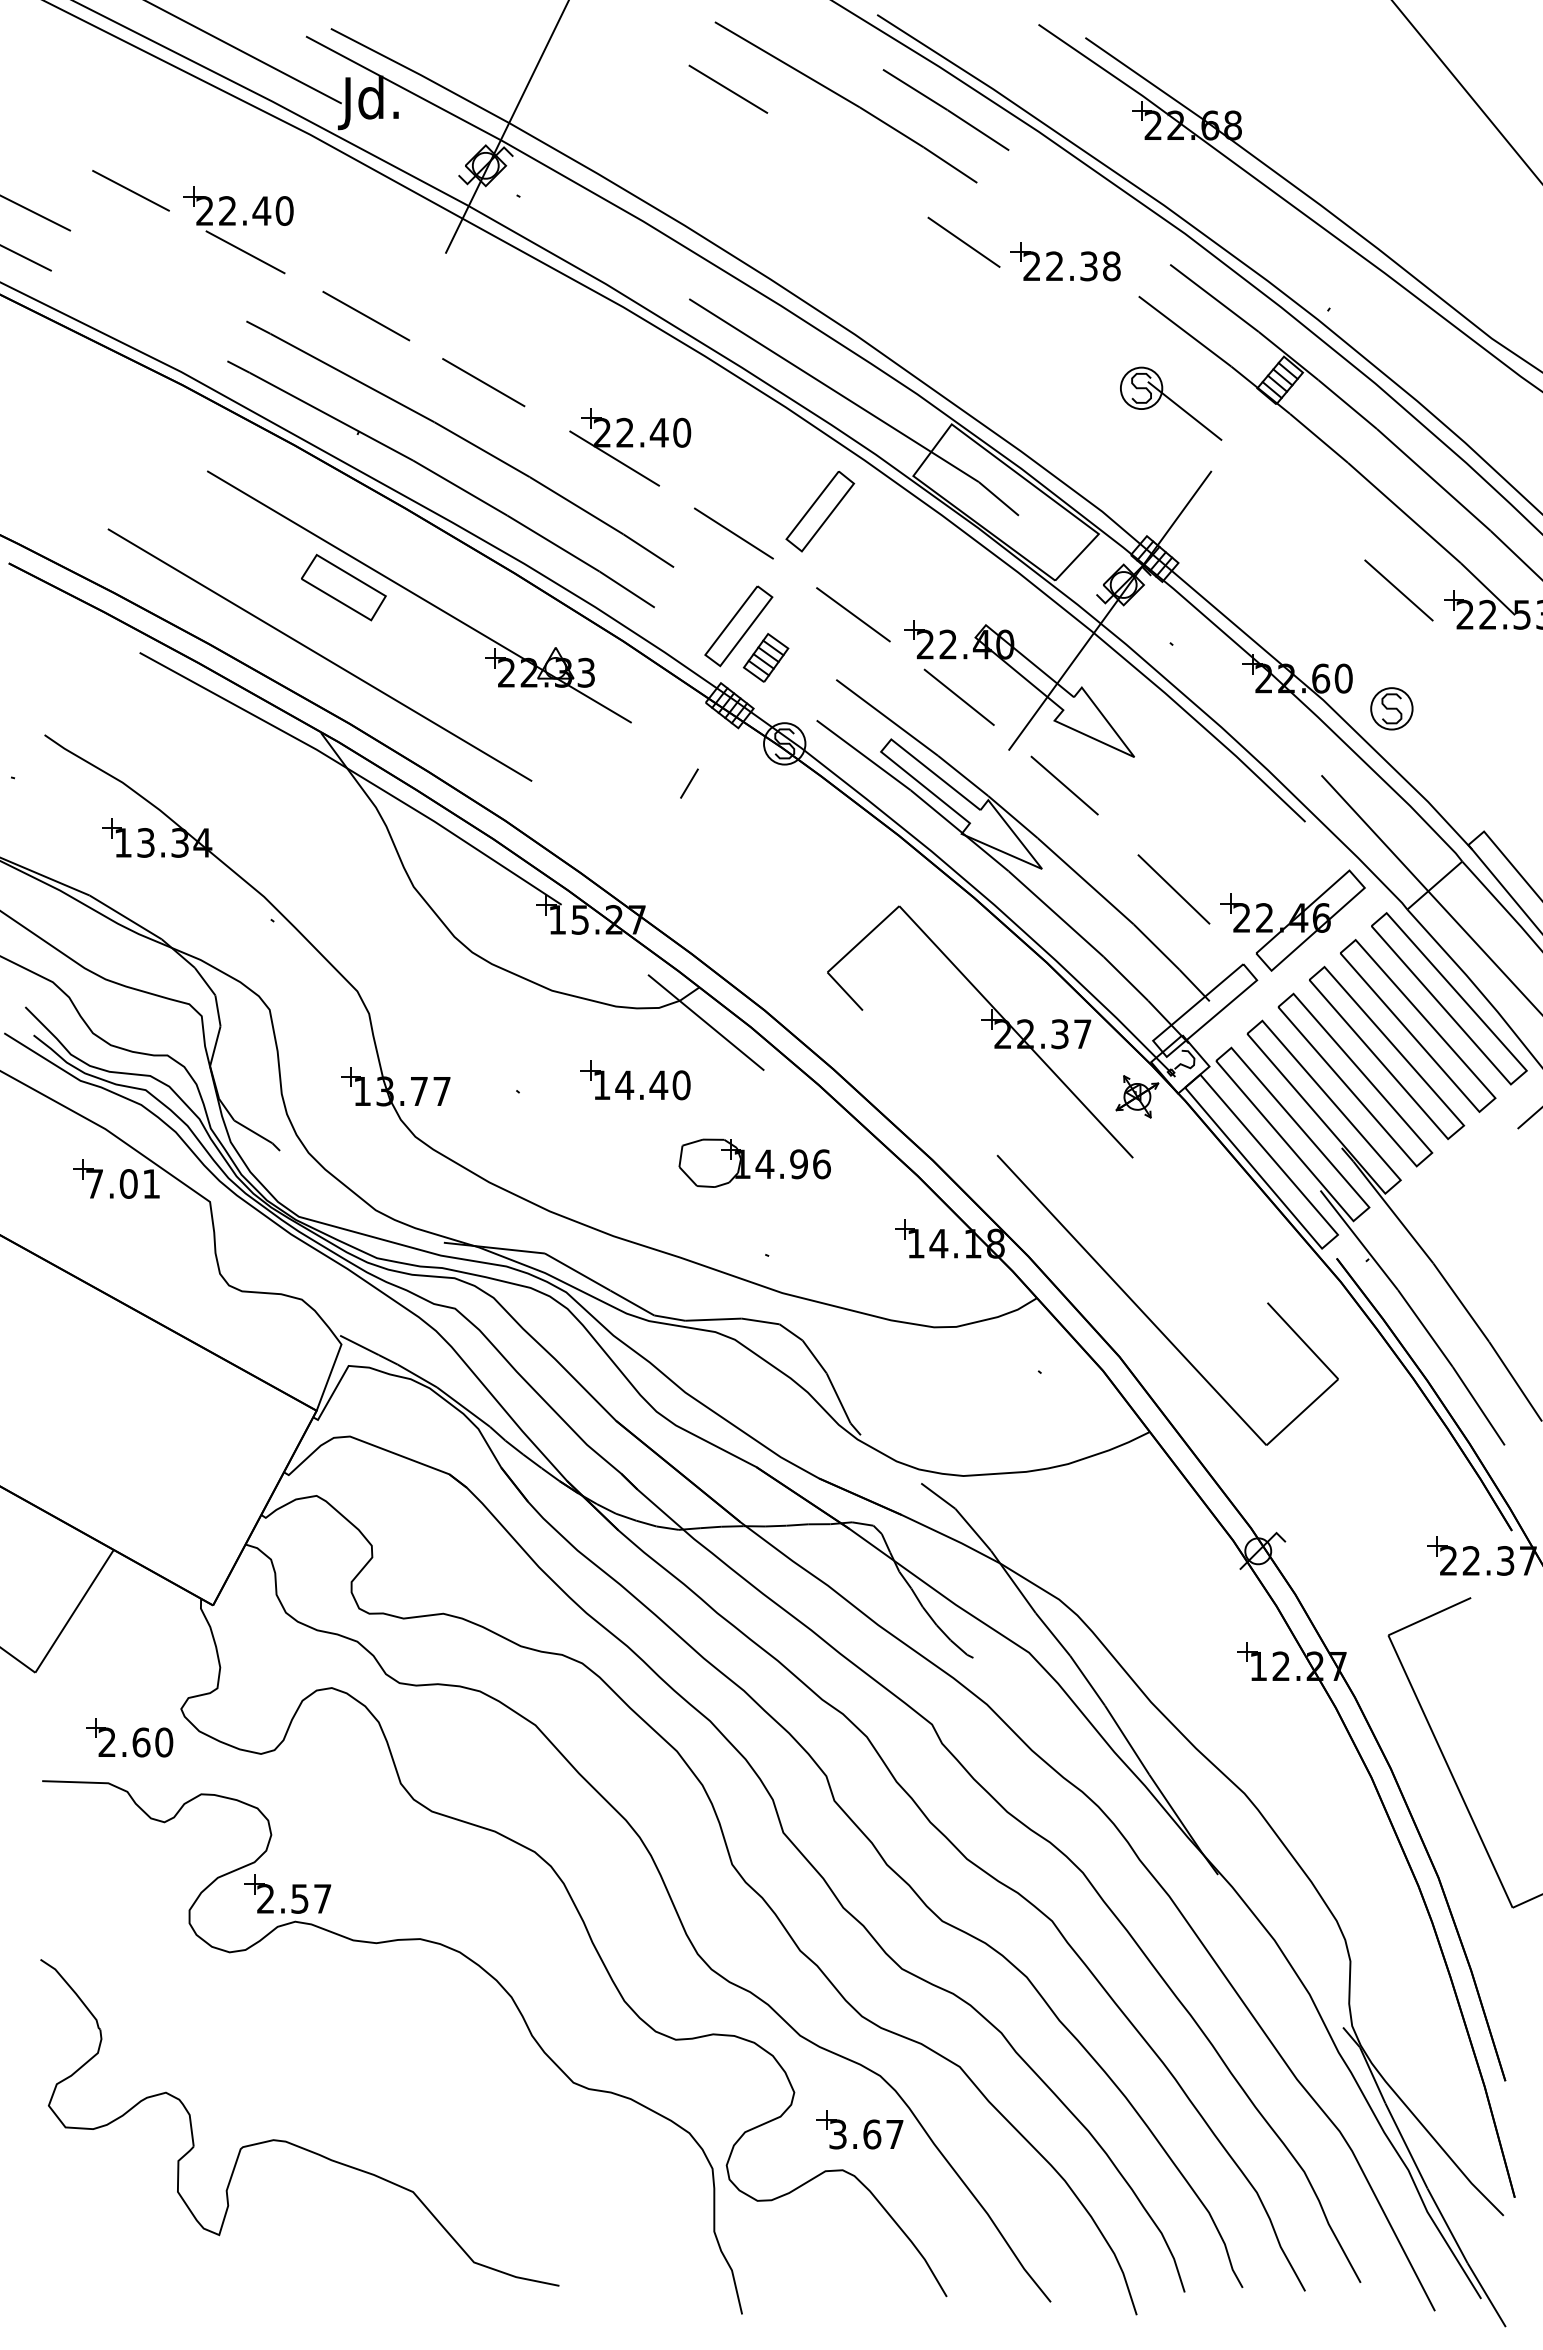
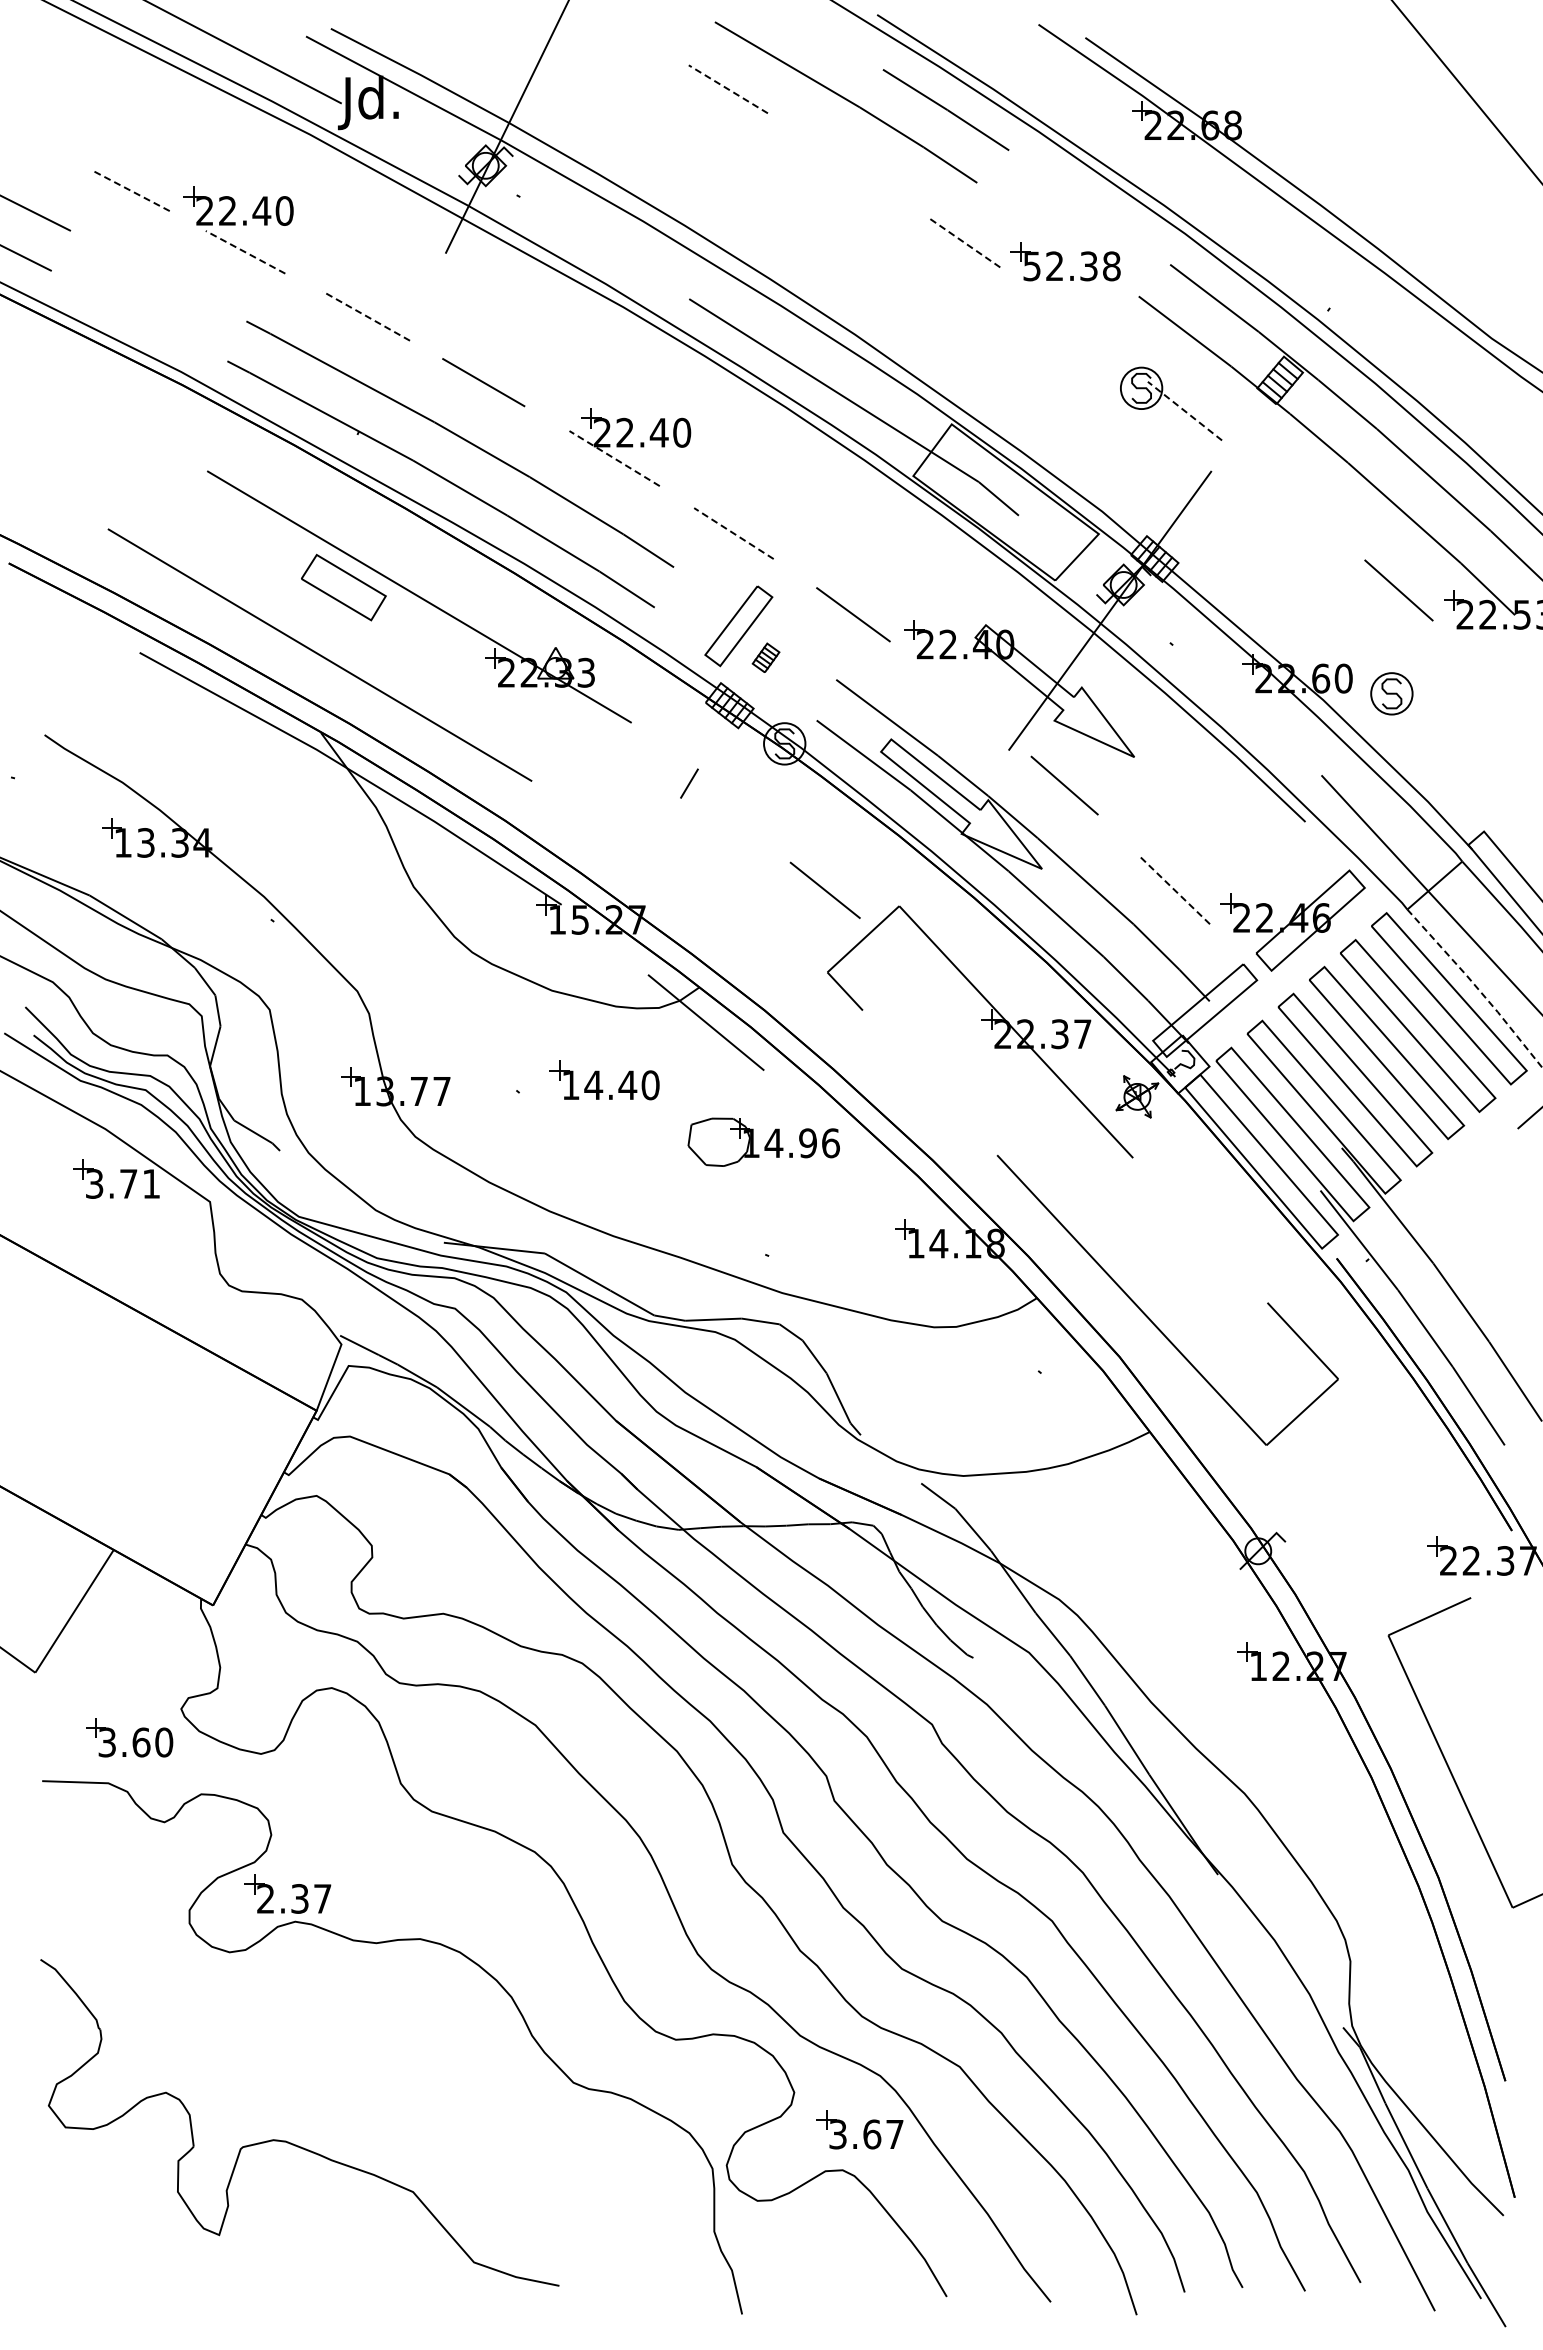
line at (727, 89): solid -> dashed
line at (131, 190): solid -> dashed
line at (963, 242): solid -> dashed
line at (245, 252): solid -> dashed
text at (1031, 266): 22.38 -> 52.38
line at (365, 315): solid -> dashed
line at (1184, 410): solid -> dashed
line at (614, 458): solid -> dashed
part at (820, 511): present -> none
line at (733, 533): solid -> dashed
part at (765, 657) size: 48x50 px -> 30x31 px
line at (958, 696) position: (958, 696) -> (824, 889)
part at (1391, 708) position: (1391, 708) -> (1391, 693)
line at (1173, 889): solid -> dashed
line at (1476, 987): solid -> dashed
part at (635, 1080) position: (635, 1080) -> (604, 1080)
part at (754, 1162) position: (754, 1162) -> (763, 1141)
text at (111, 1183): 7.01 -> 3.71
text at (106, 1742): 2.60 -> 3.60
text at (300, 1898): 2.57 -> 2.37
